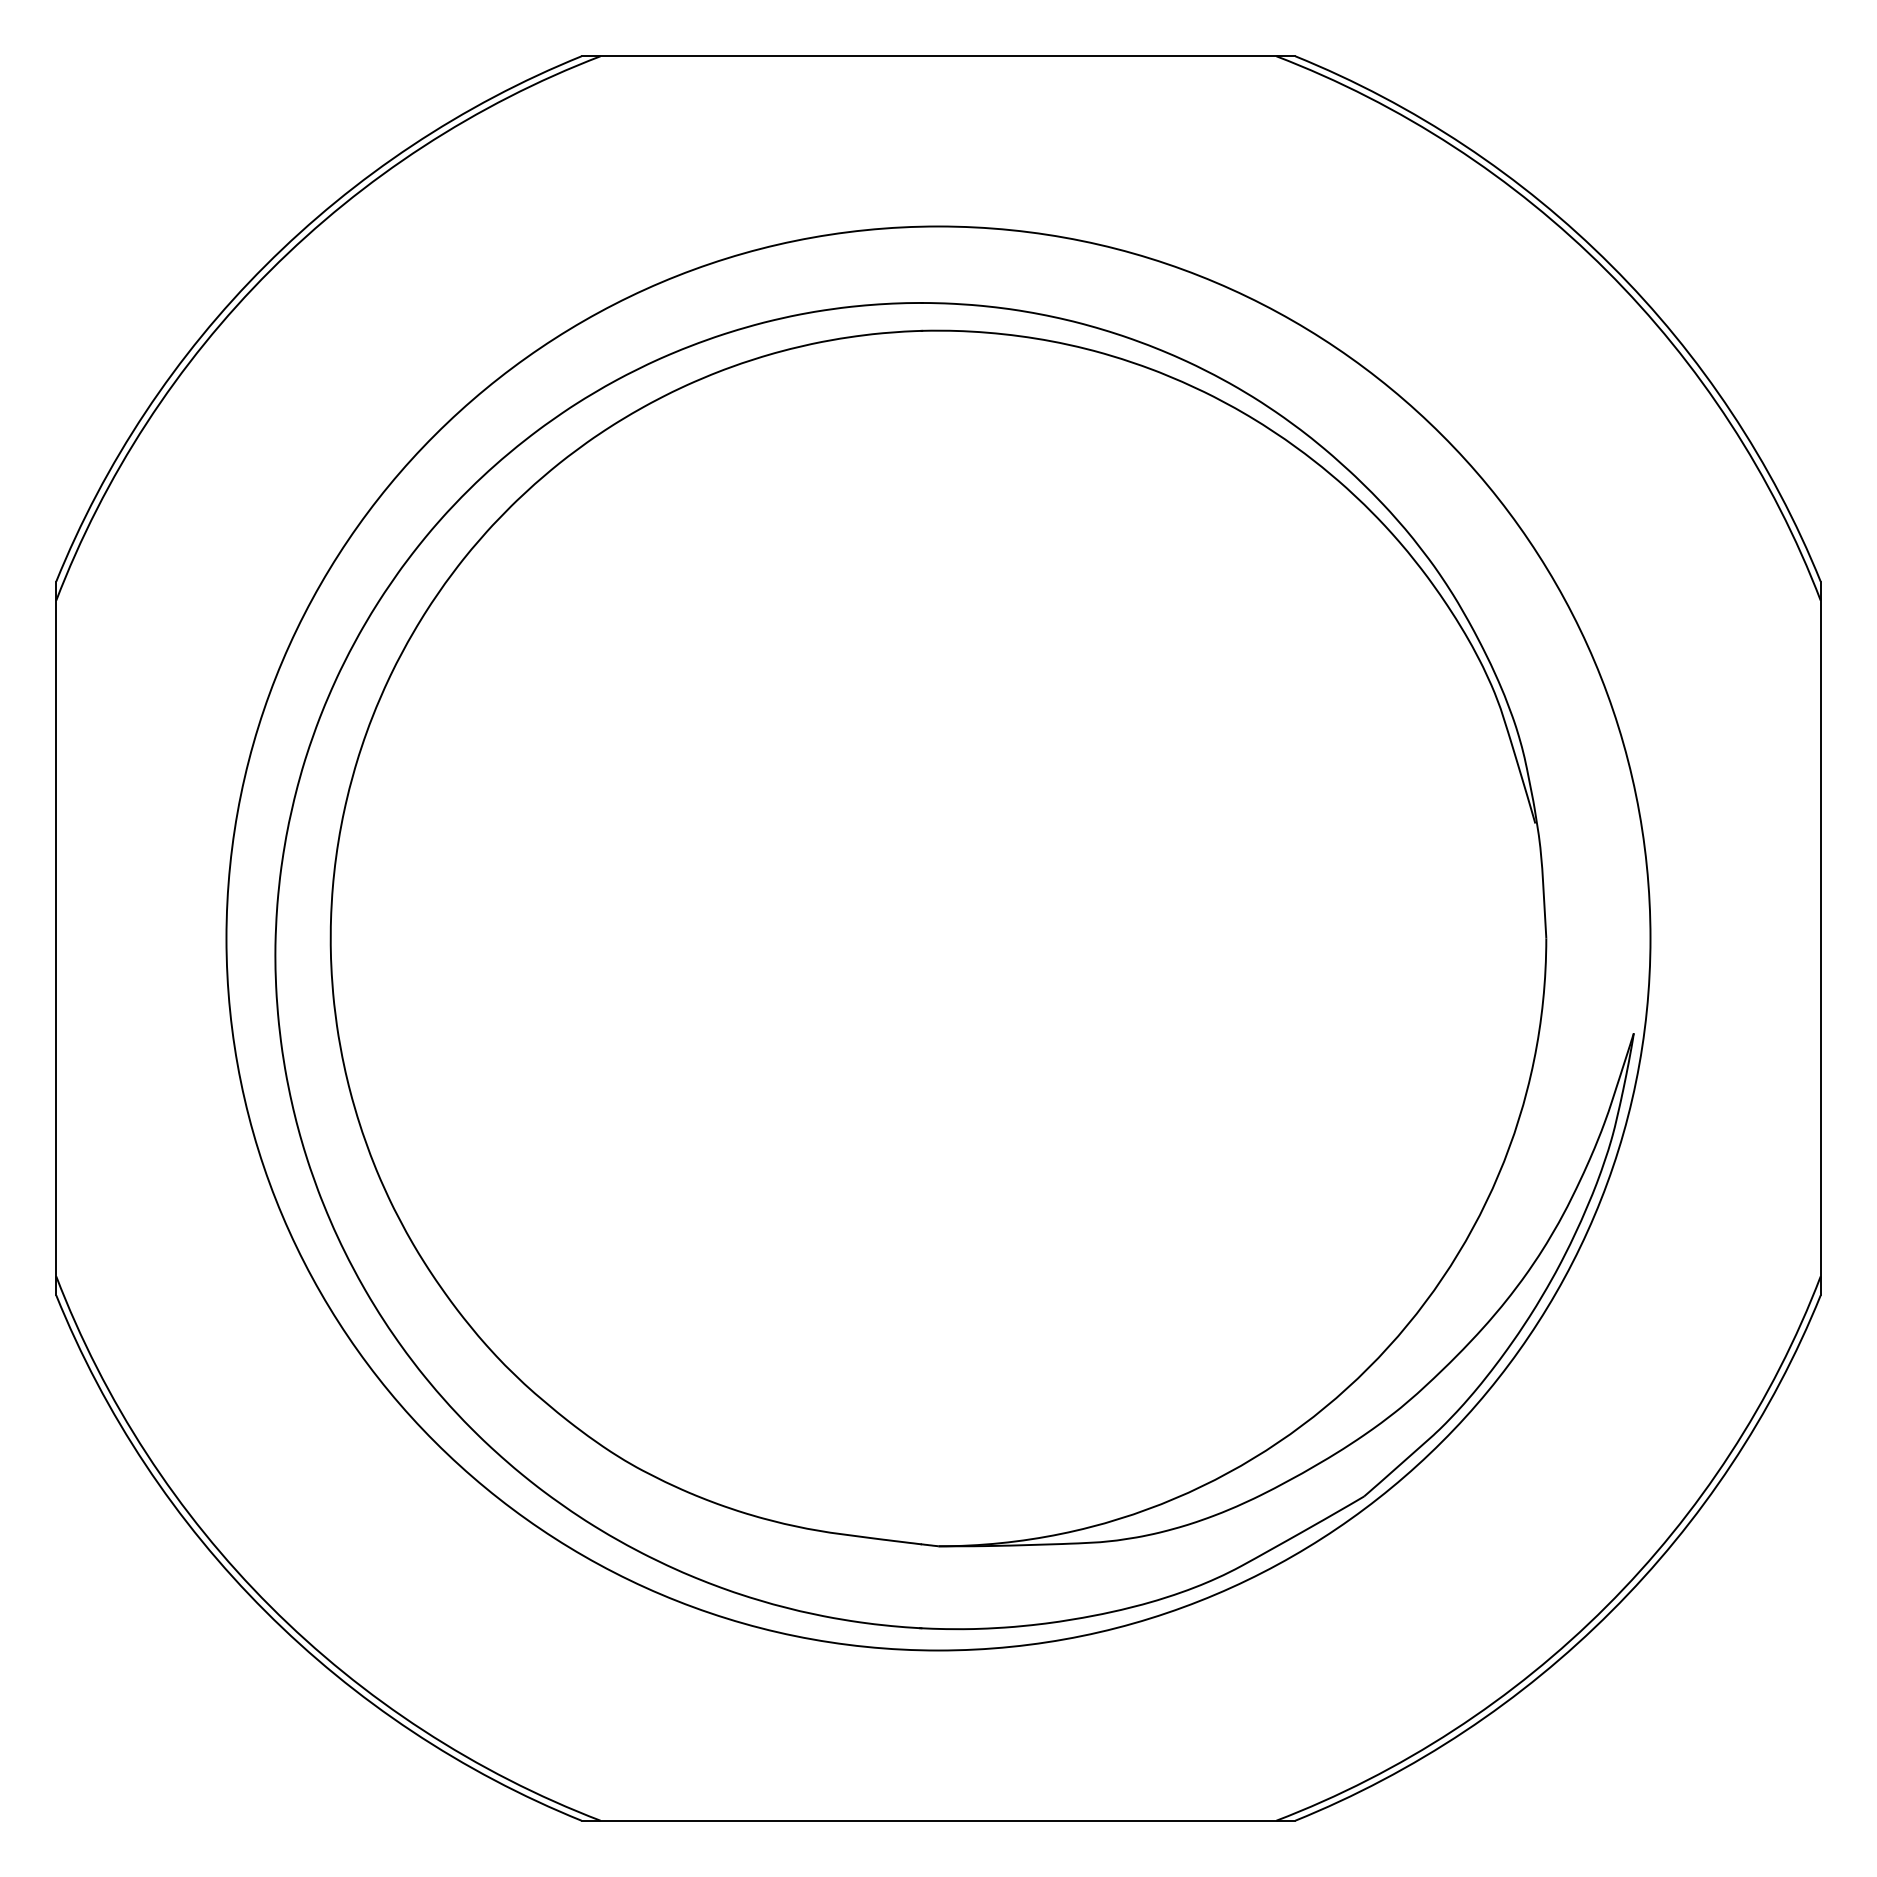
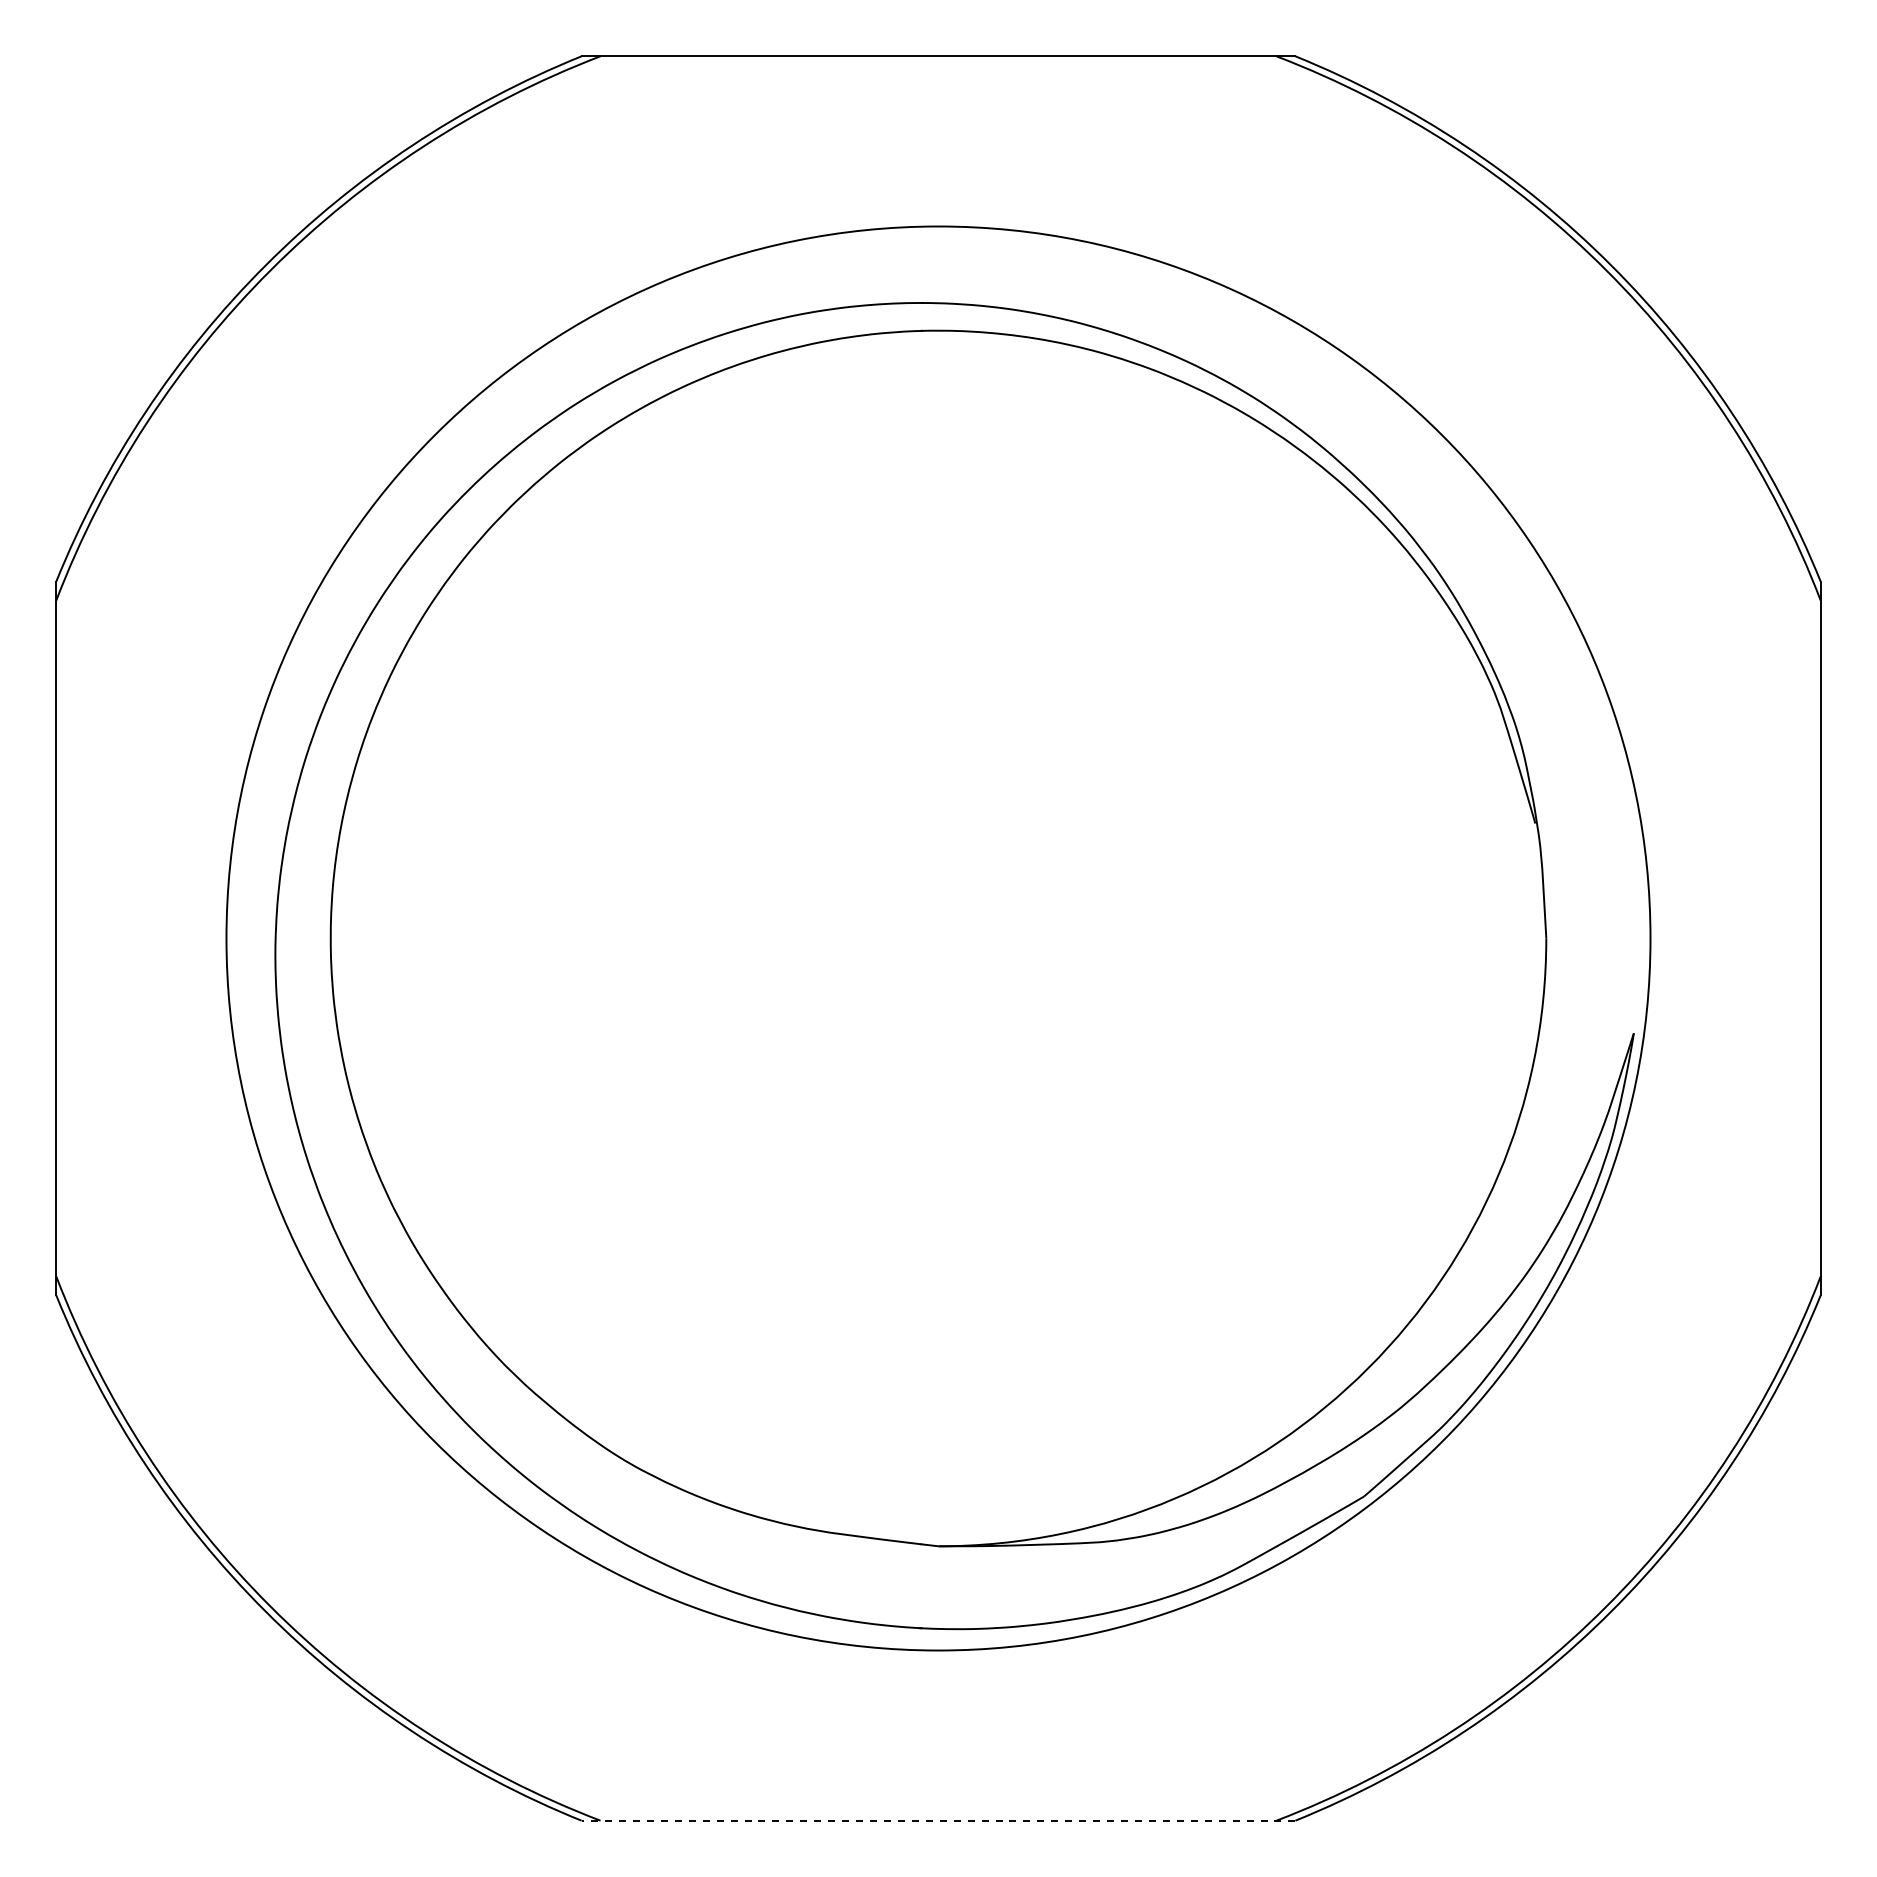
line at (938, 1820): solid -> dashed
